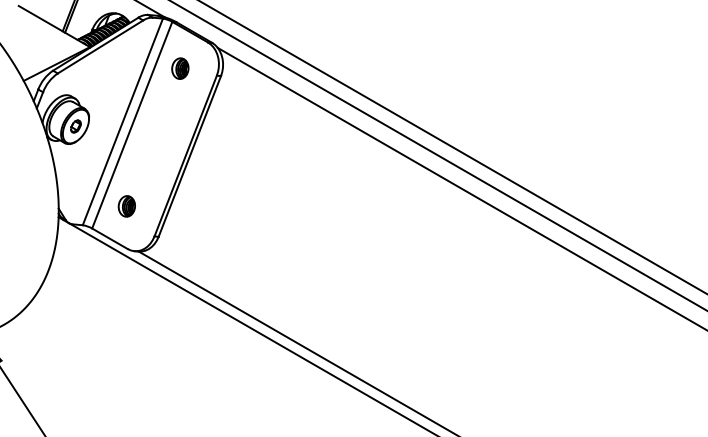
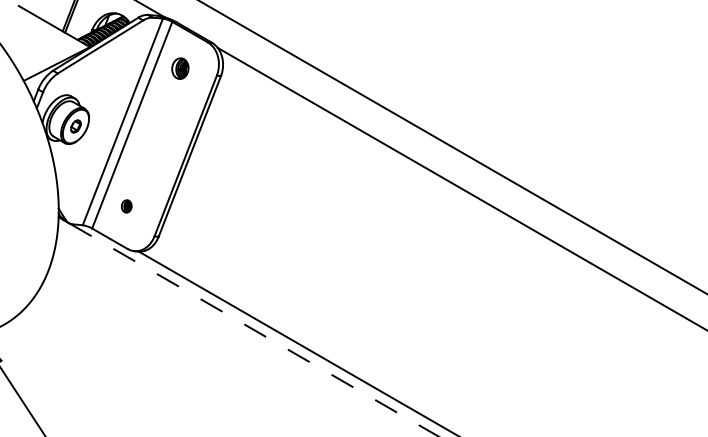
line at (438, 155): present -> none
part at (126, 206) size: 19x23 px -> 12x15 px
line at (254, 330): solid -> dashed
